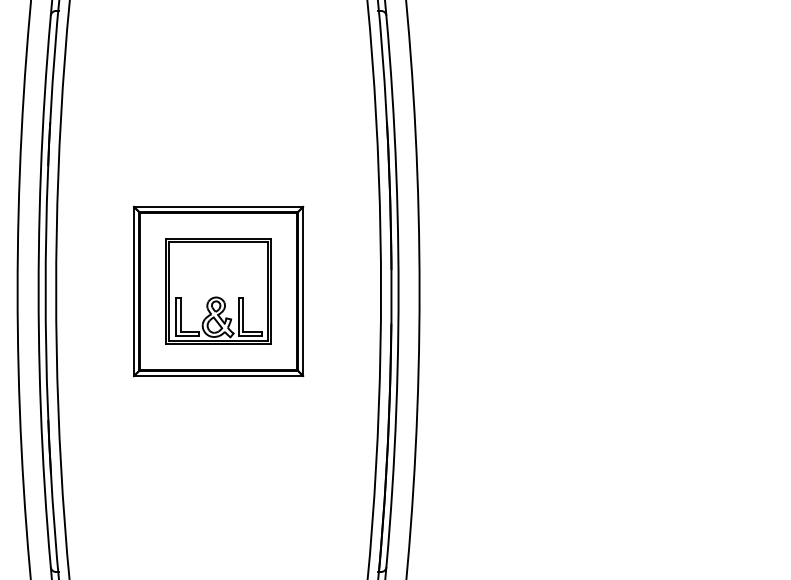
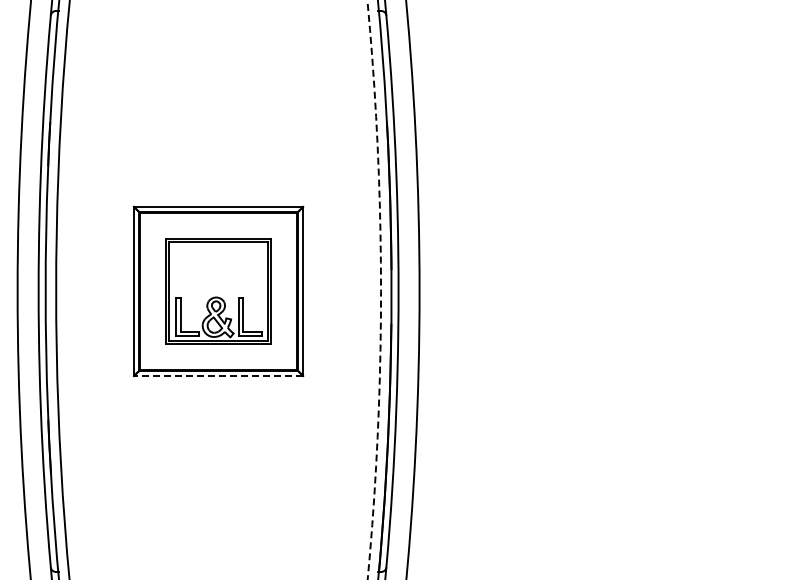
arc at (381, 289): solid -> dashed
line at (218, 376): solid -> dashed
